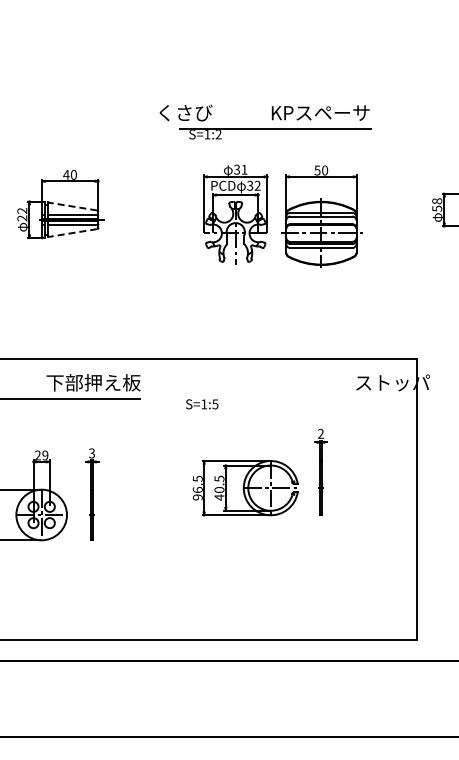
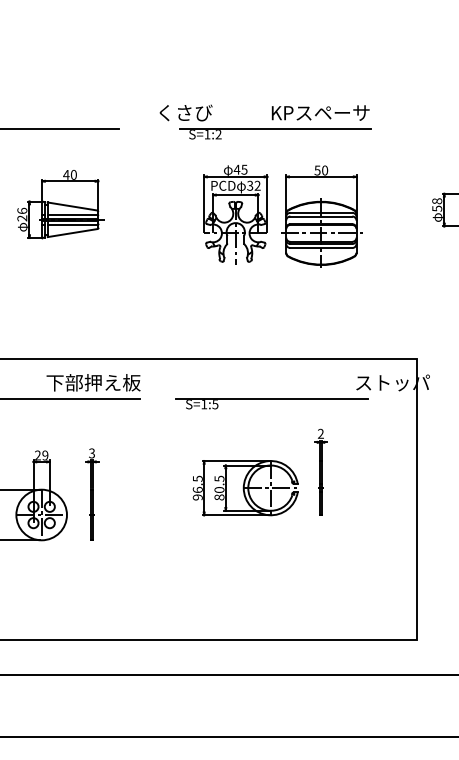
line at (60, 129): none -> present
text at (240, 169): 31 -> 45
line at (71, 206): dashed -> solid
text at (22, 210): 22 -> 26
line at (71, 233): dashed -> solid
line at (272, 399): none -> present
text at (219, 497): 40.5 -> 80.5
line at (228, 661) position: (228, 661) -> (228, 675)
